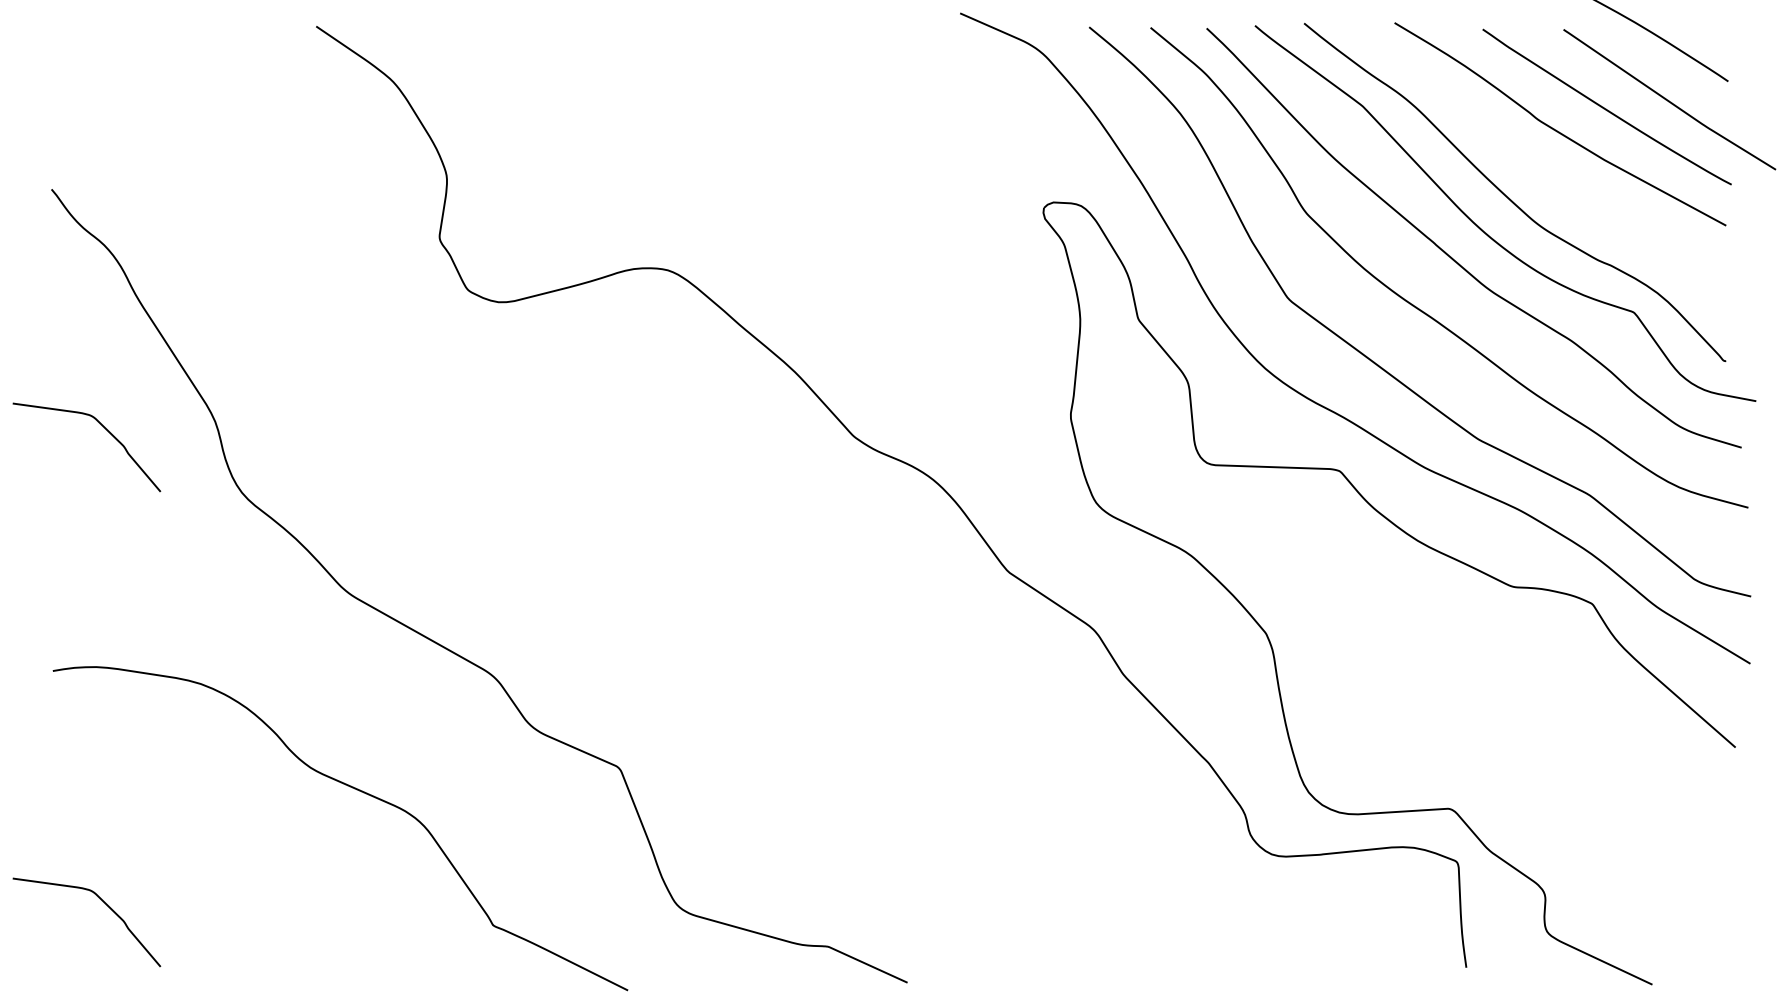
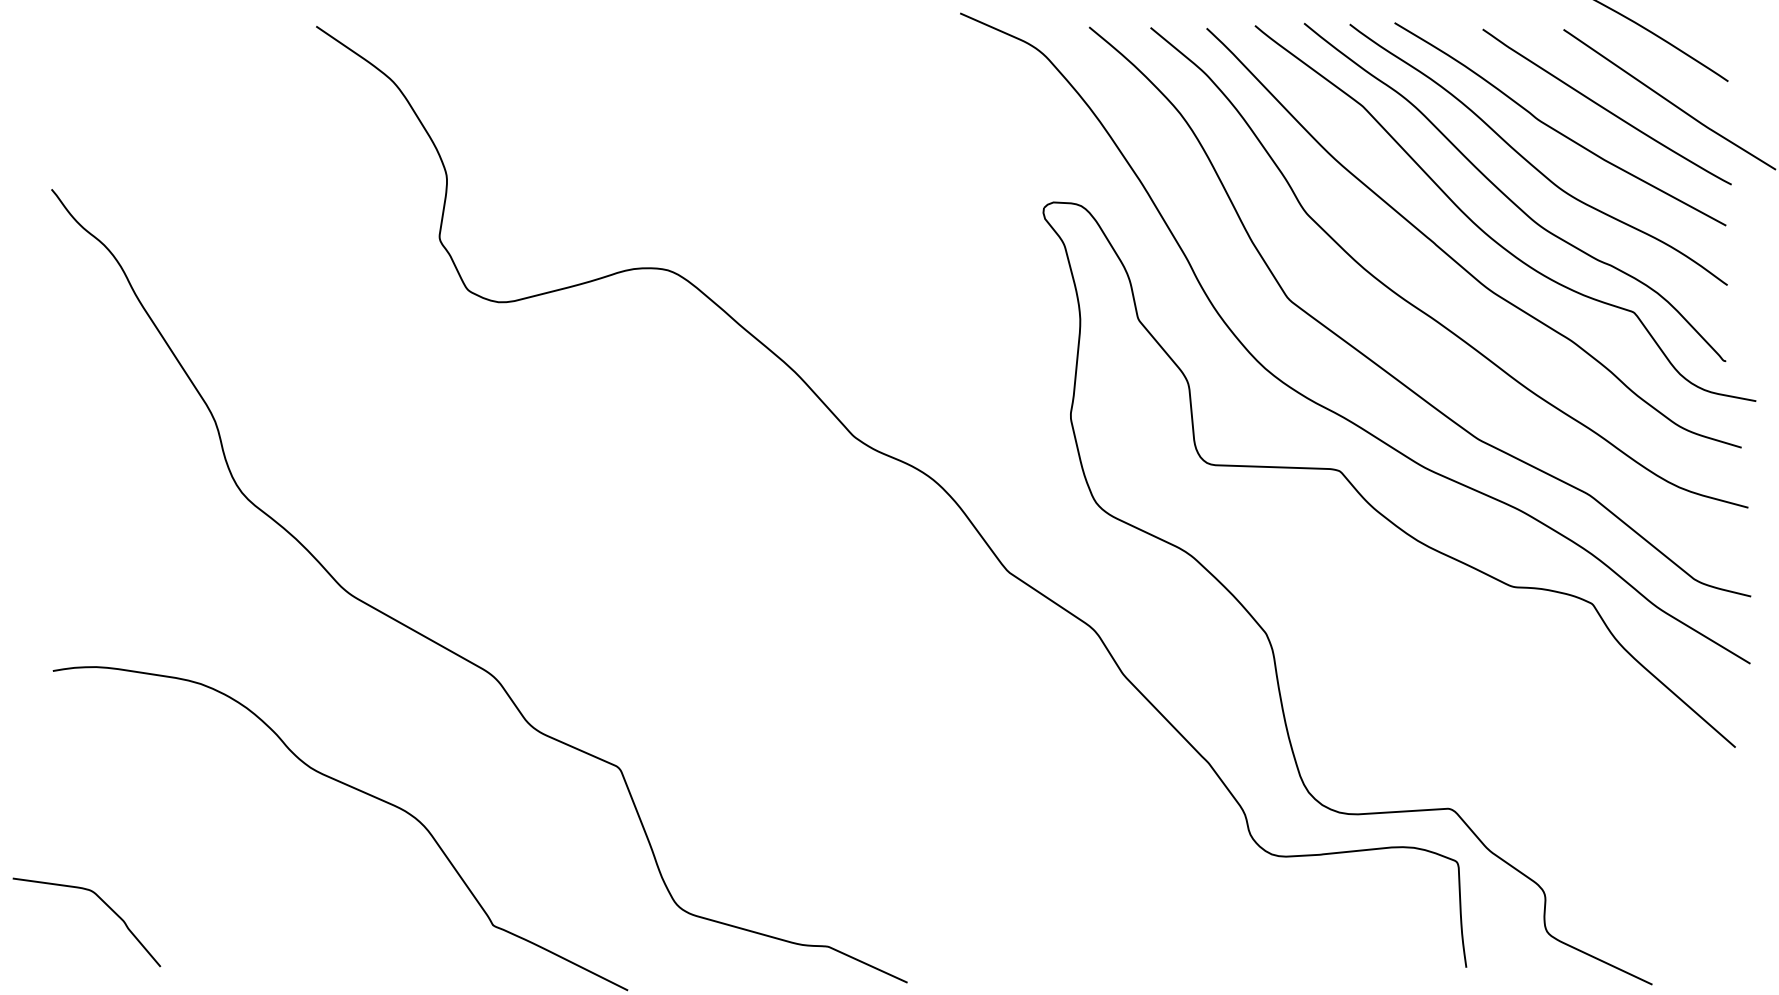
curve at (1530, 162): none -> present
curve at (104, 428): present -> none
